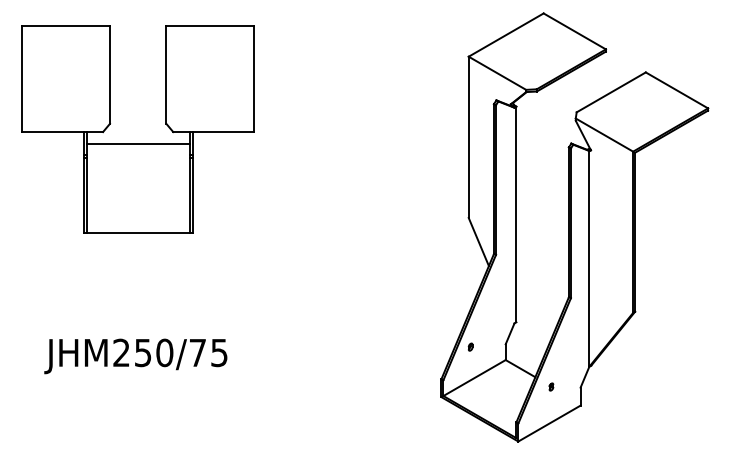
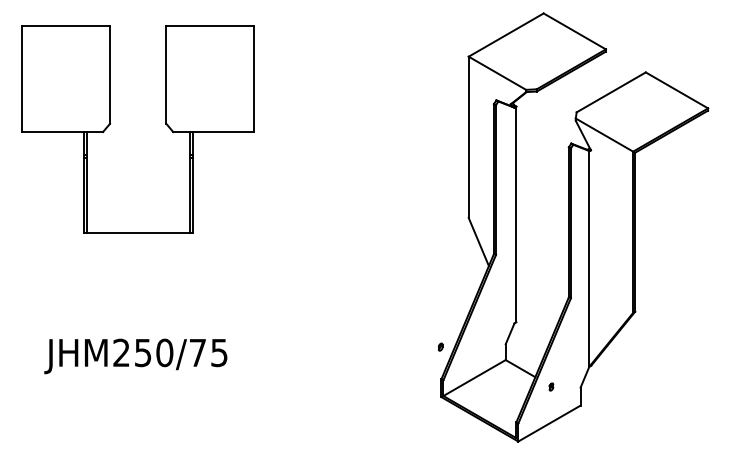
line at (137, 144): present -> none
part at (470, 346) position: (470, 346) -> (440, 346)
